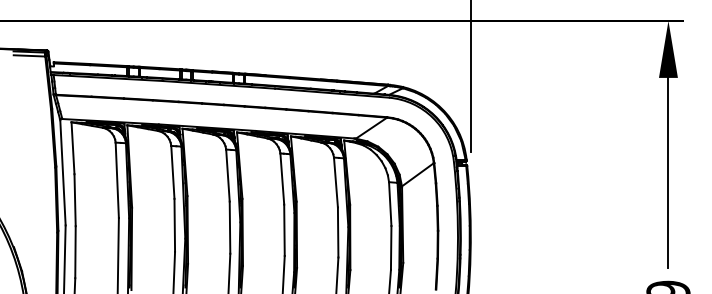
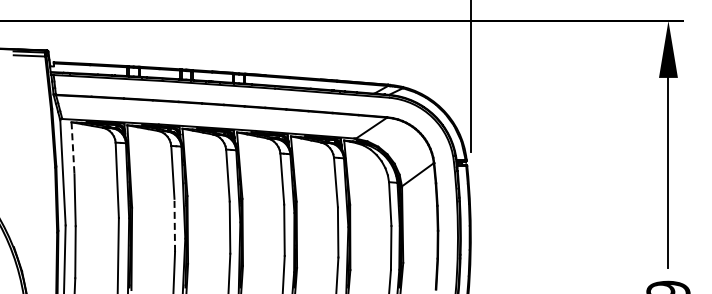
line at (73, 148): solid -> dashed
line at (174, 225): solid -> dashed
